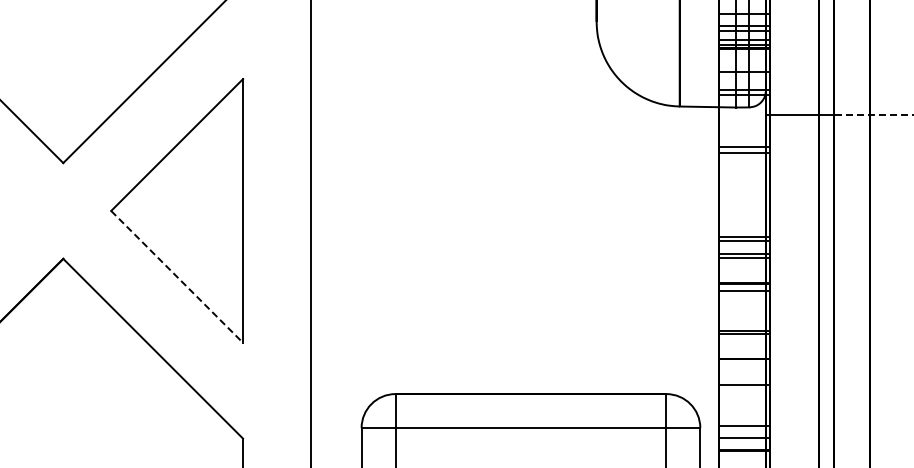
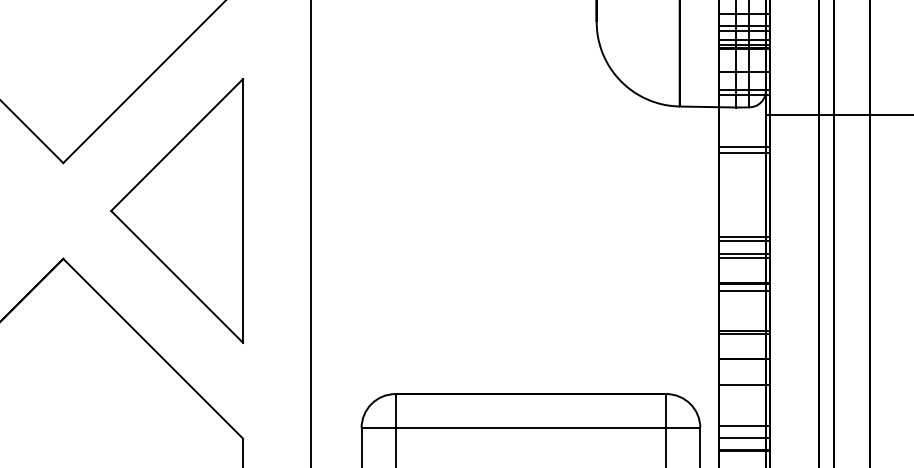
line at (873, 114): dashed -> solid
line at (177, 277): dashed -> solid
